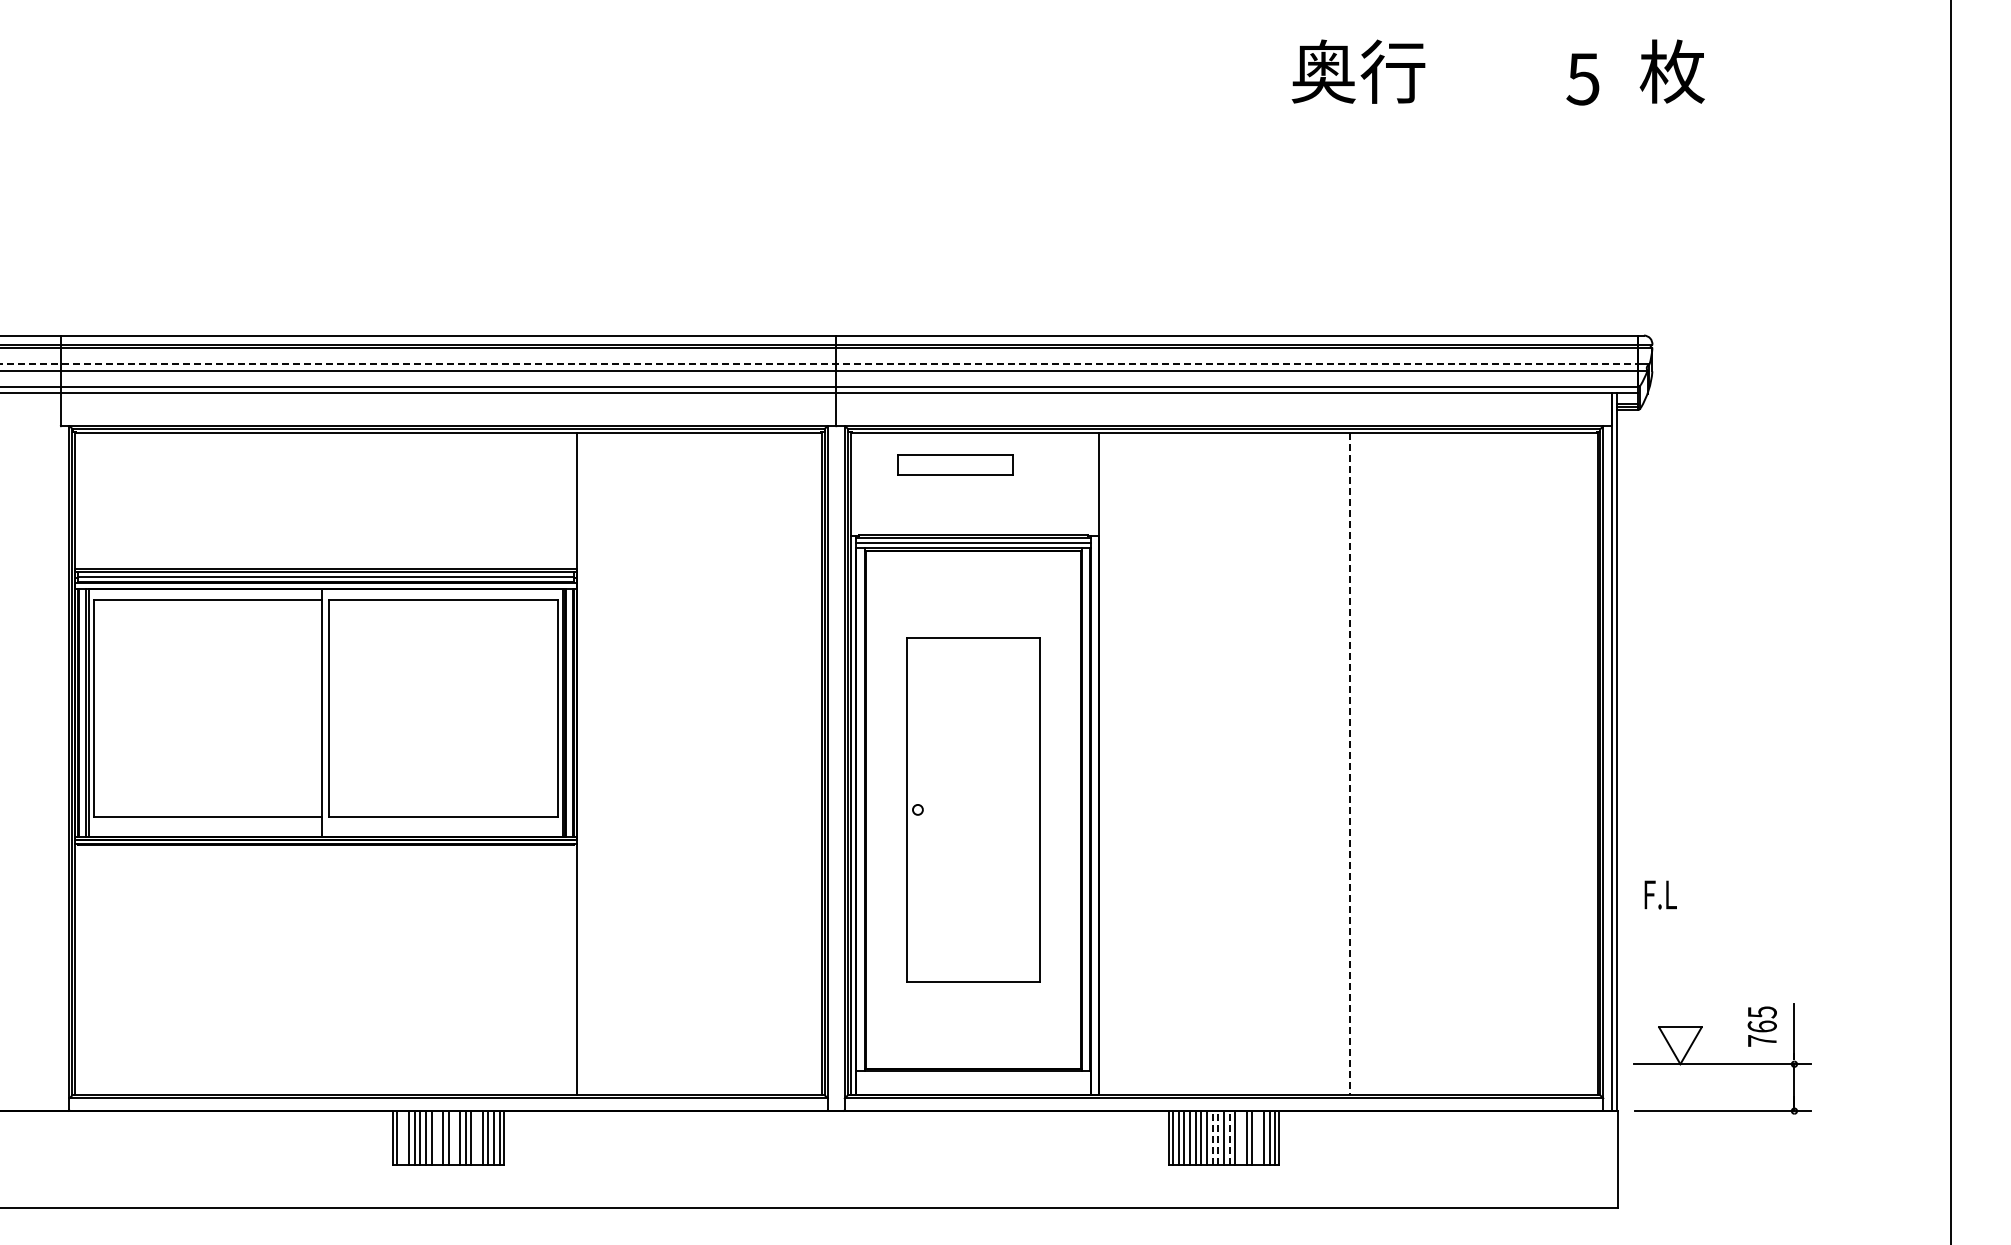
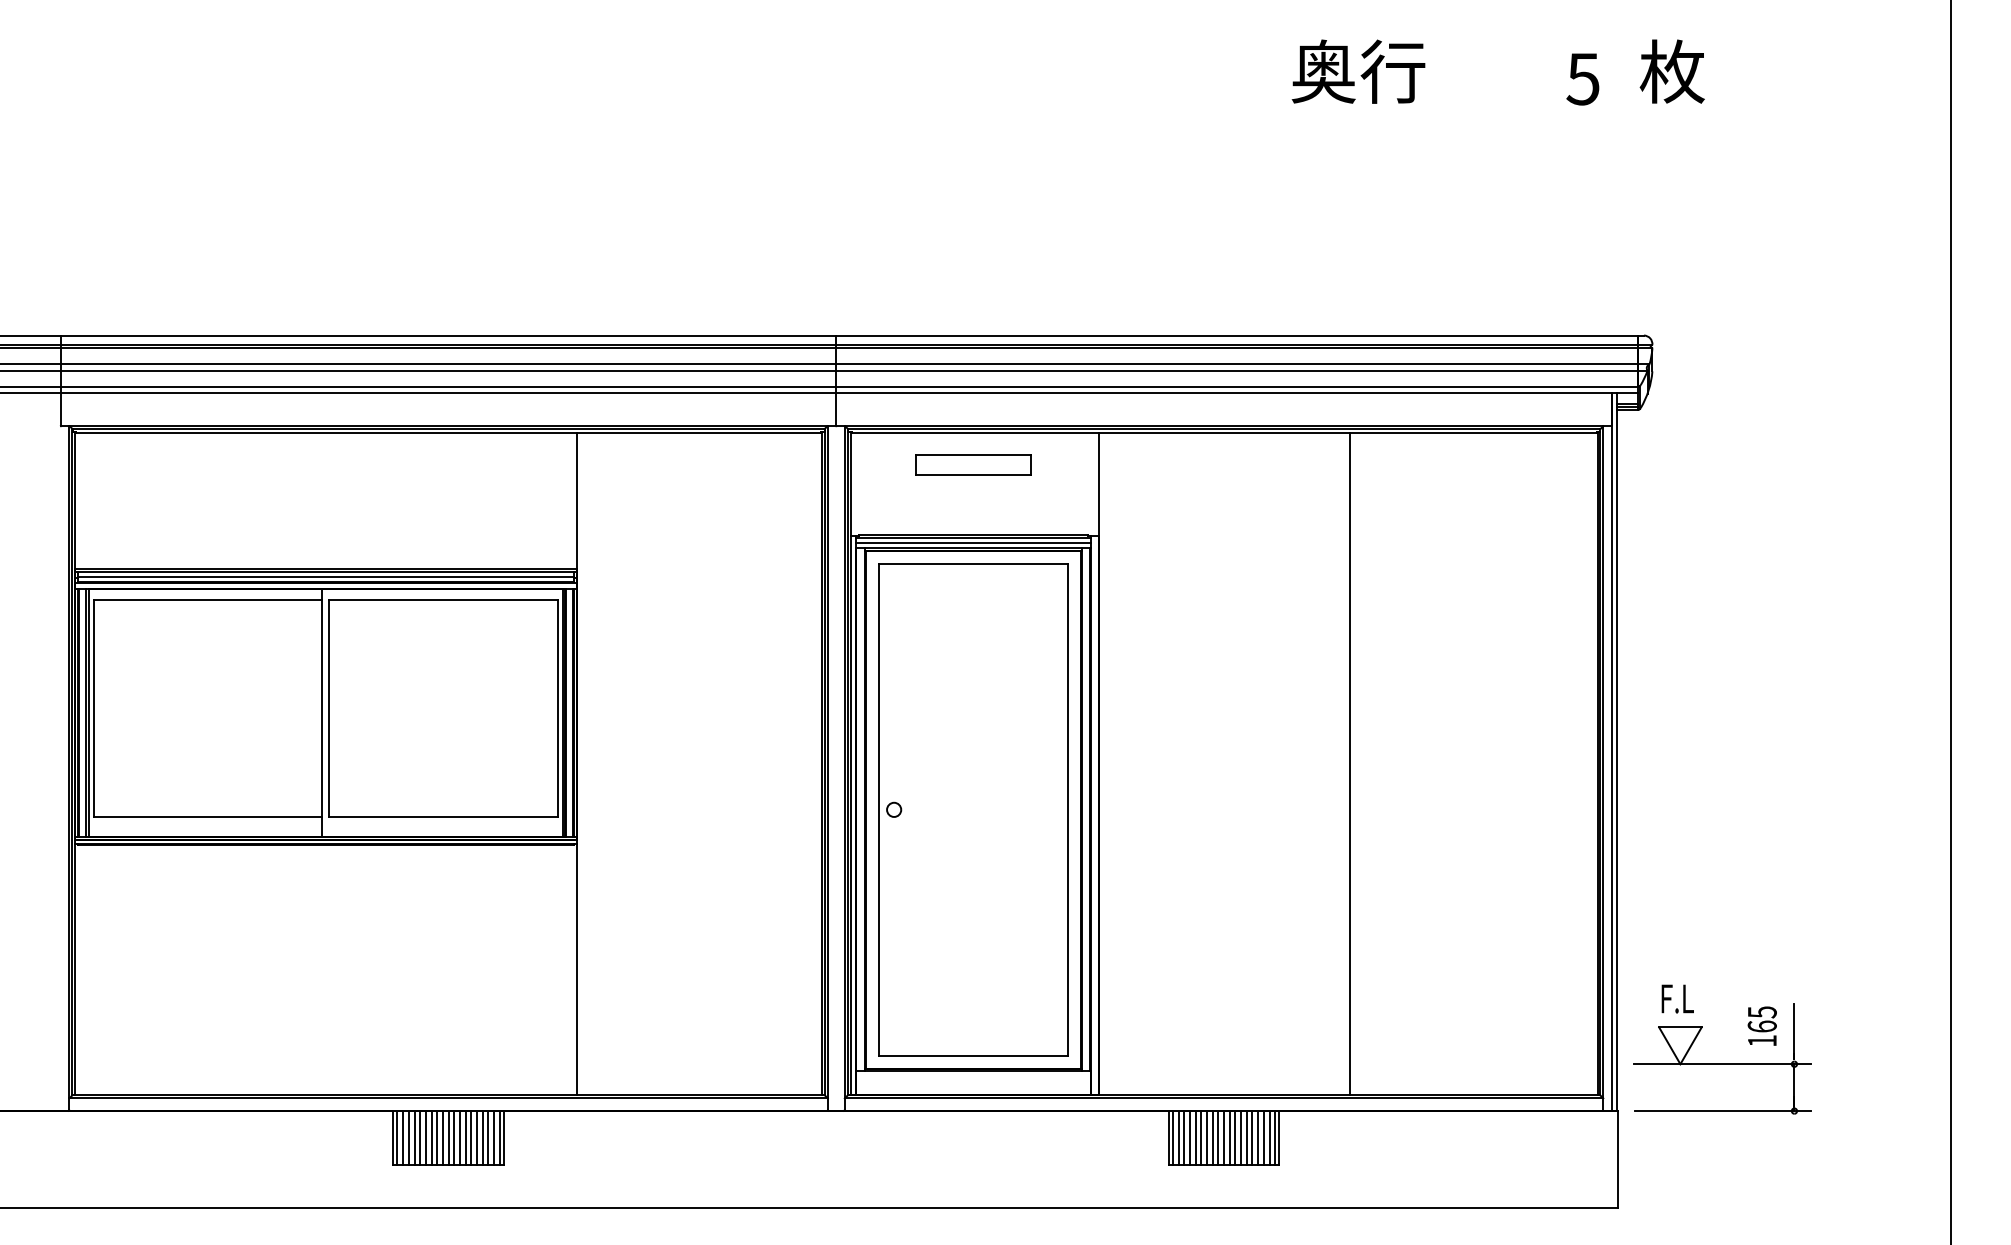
line at (819, 364): dashed -> solid
part at (955, 464) position: (955, 464) -> (973, 464)
line at (1349, 764): dashed -> solid
part at (973, 809) size: 135x346 px -> 191x494 px
text at (1660, 894) position: (1660, 894) -> (1677, 998)
text at (1762, 1040): 765 -> 165
line at (403, 1138): none -> present
line at (437, 1138): none -> present
line at (454, 1138): none -> present
line at (477, 1138): none -> present
line at (1212, 1138): dashed -> solid
line at (1218, 1138): dashed -> solid
line at (1229, 1138): dashed -> solid
line at (1241, 1138): none -> present
line at (1258, 1138): none -> present
